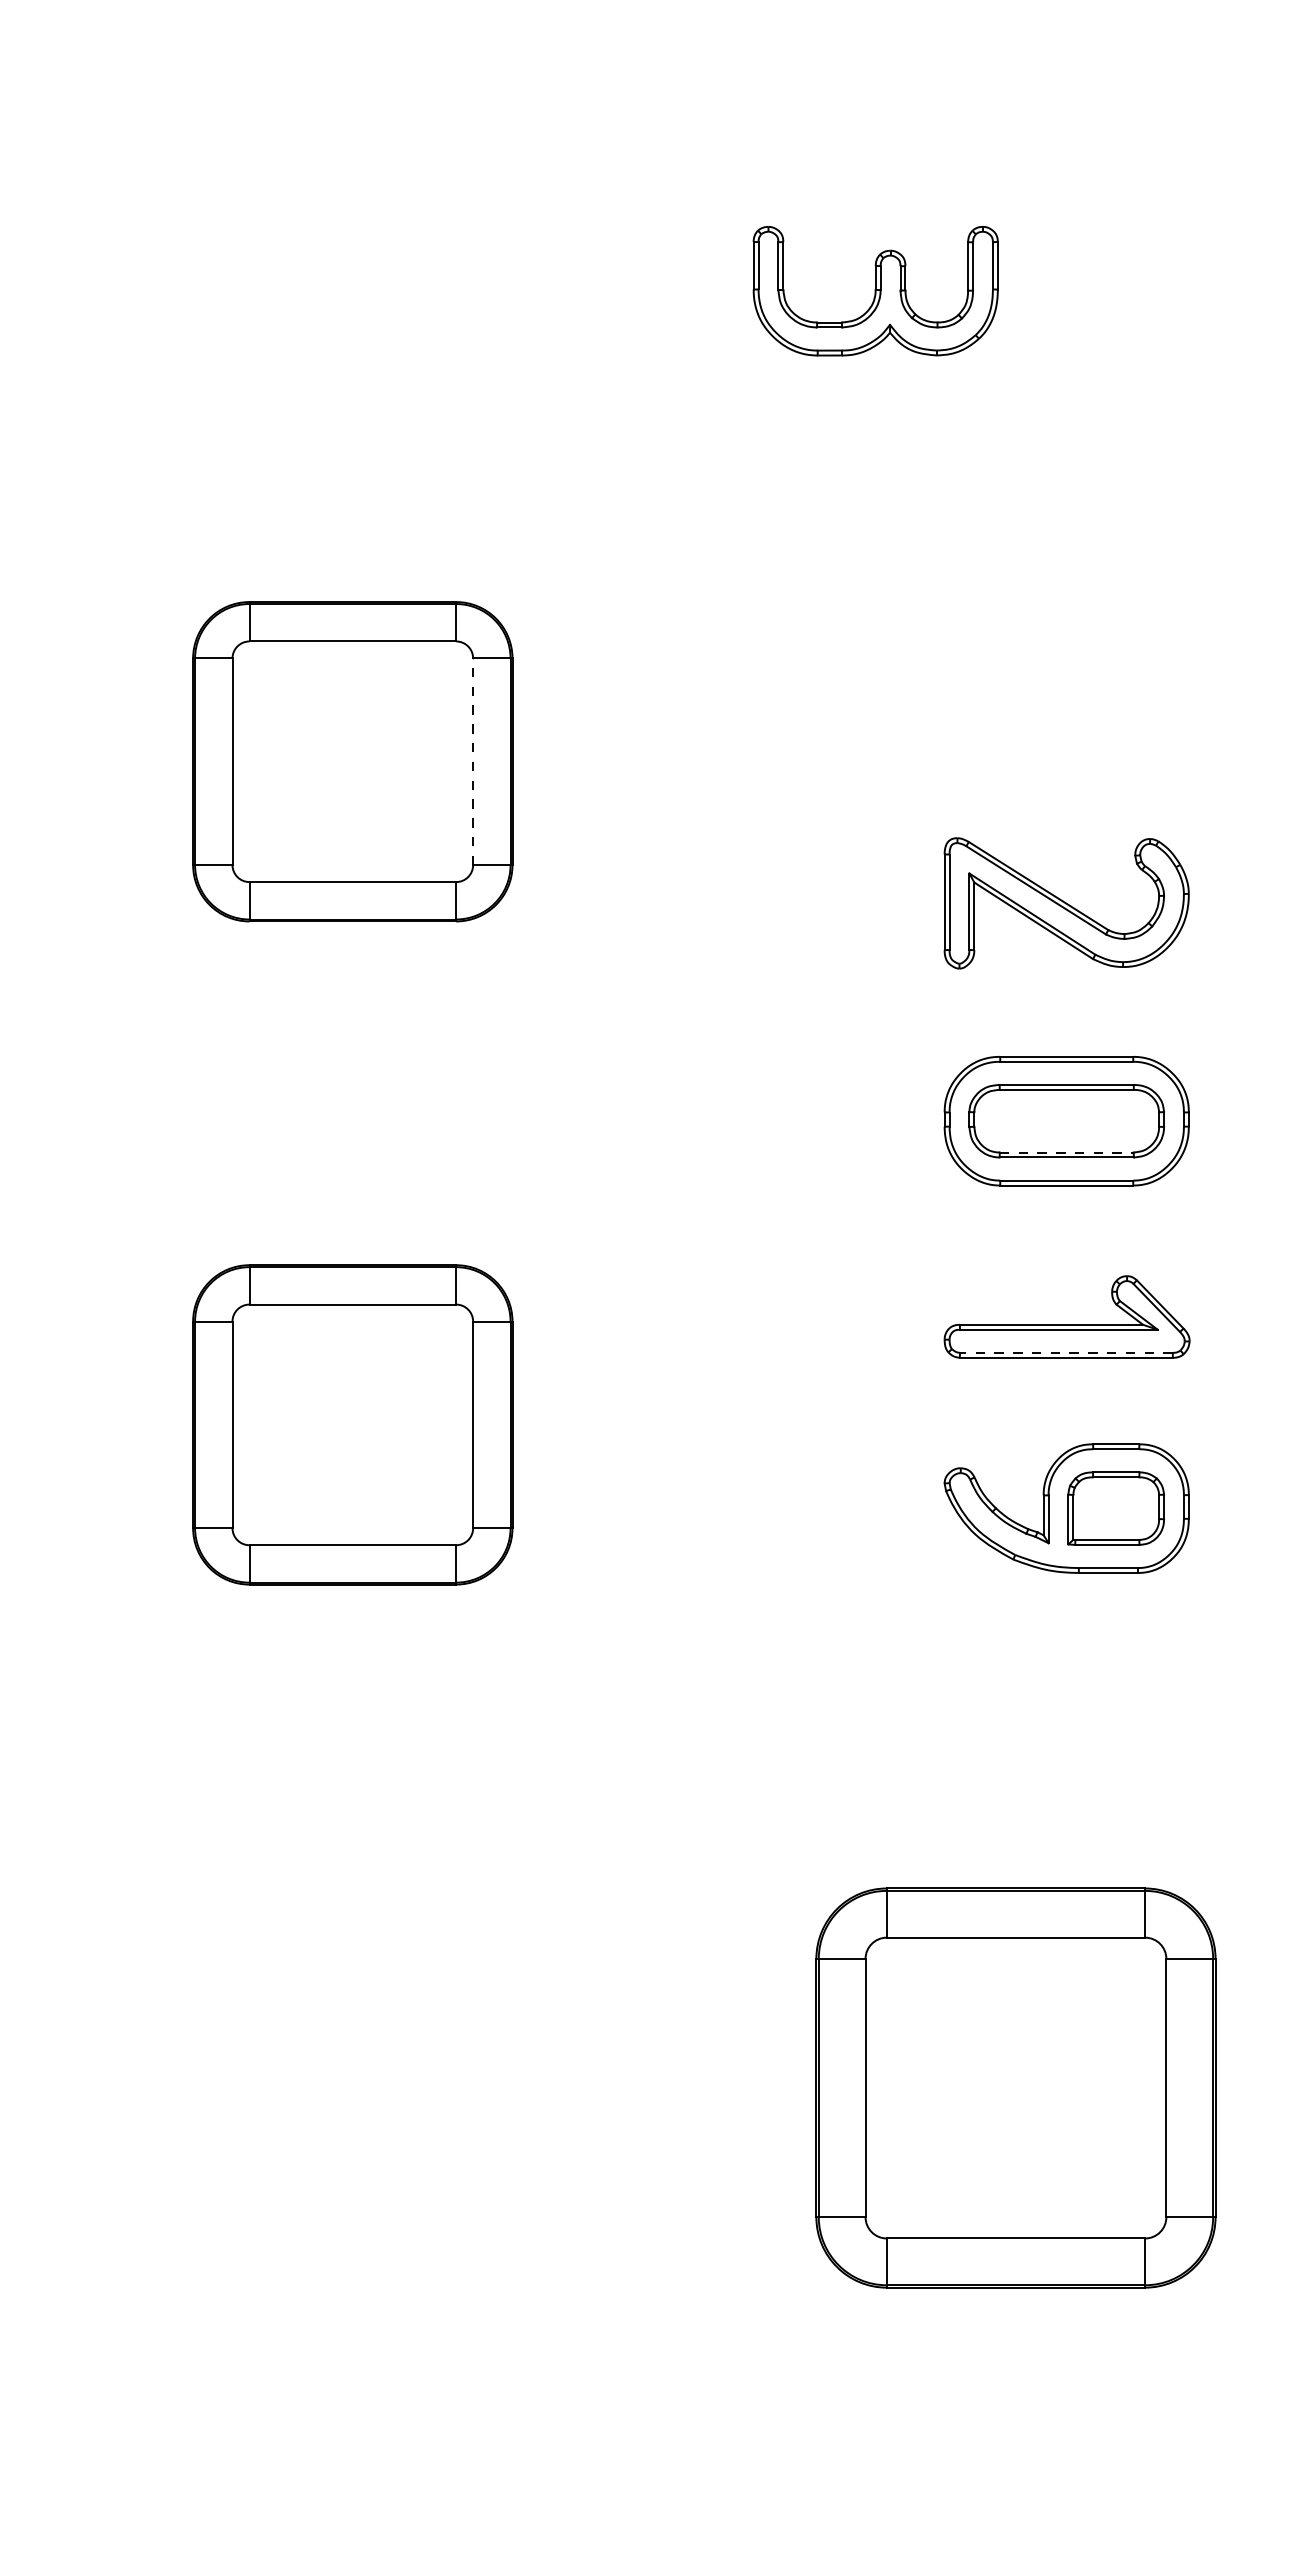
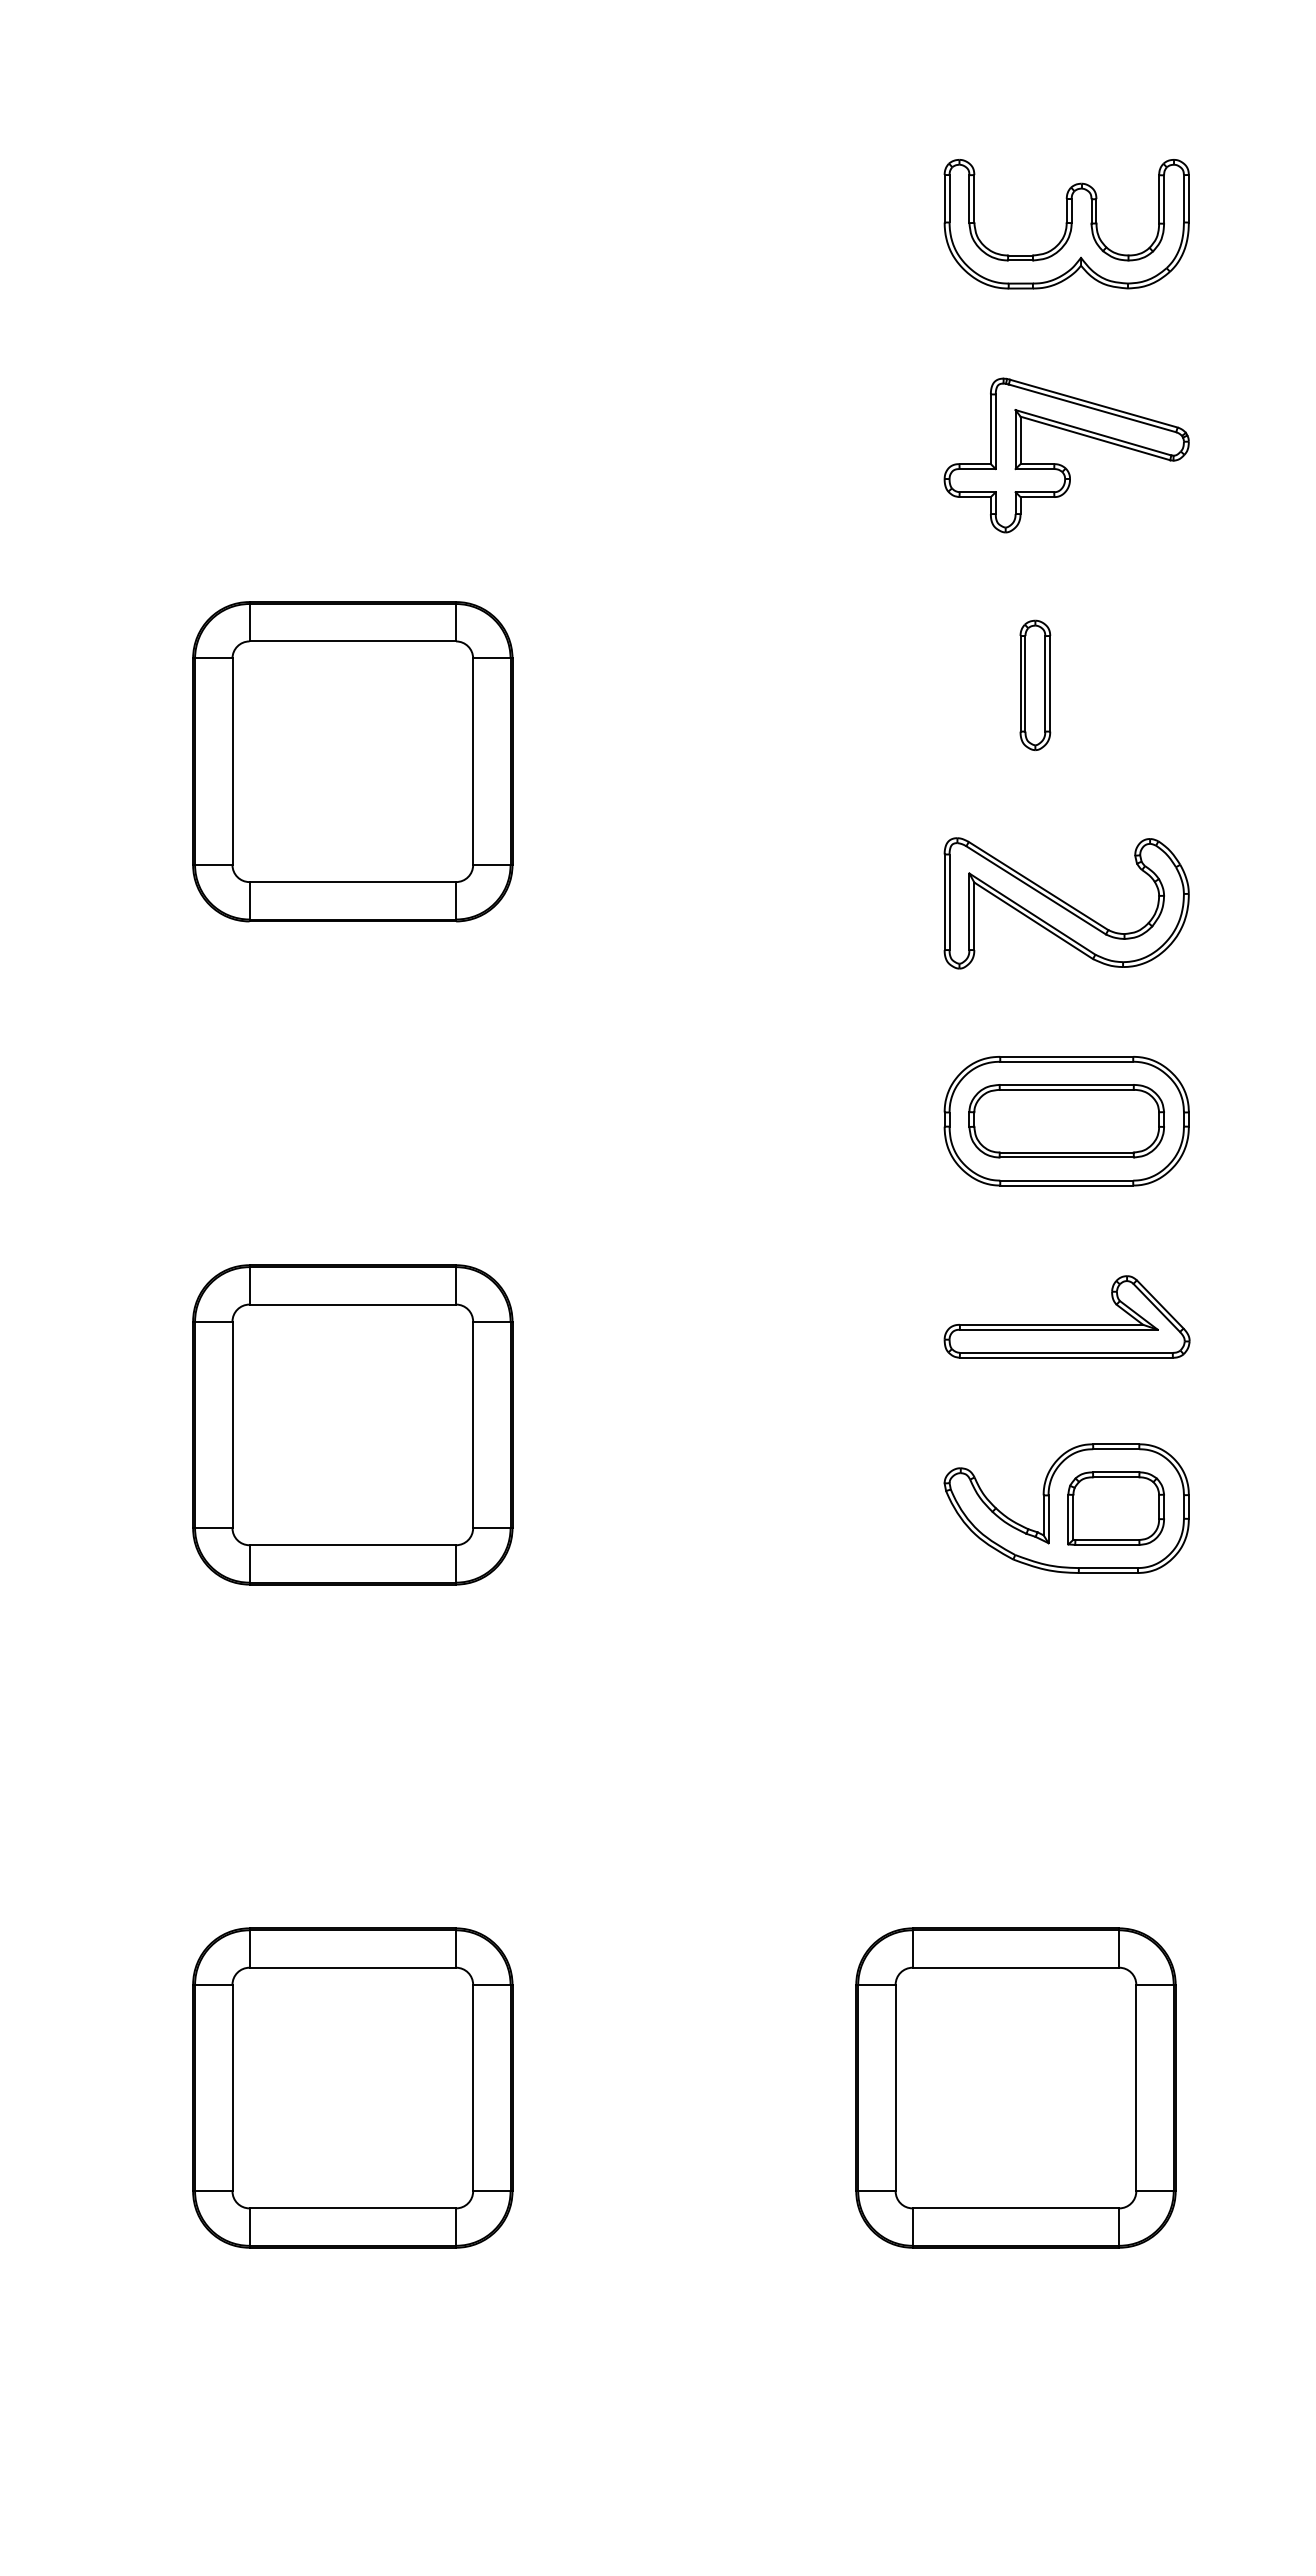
part at (875, 291) position: (875, 291) -> (1066, 224)
part at (1061, 464): none -> present
part at (1035, 685): none -> present
line at (473, 761): dashed -> solid
line at (1066, 1152): dashed -> solid
line at (1065, 1352): dashed -> solid
part at (352, 2087): none -> present
part at (1015, 2087) size: 402x402 px -> 322x322 px
